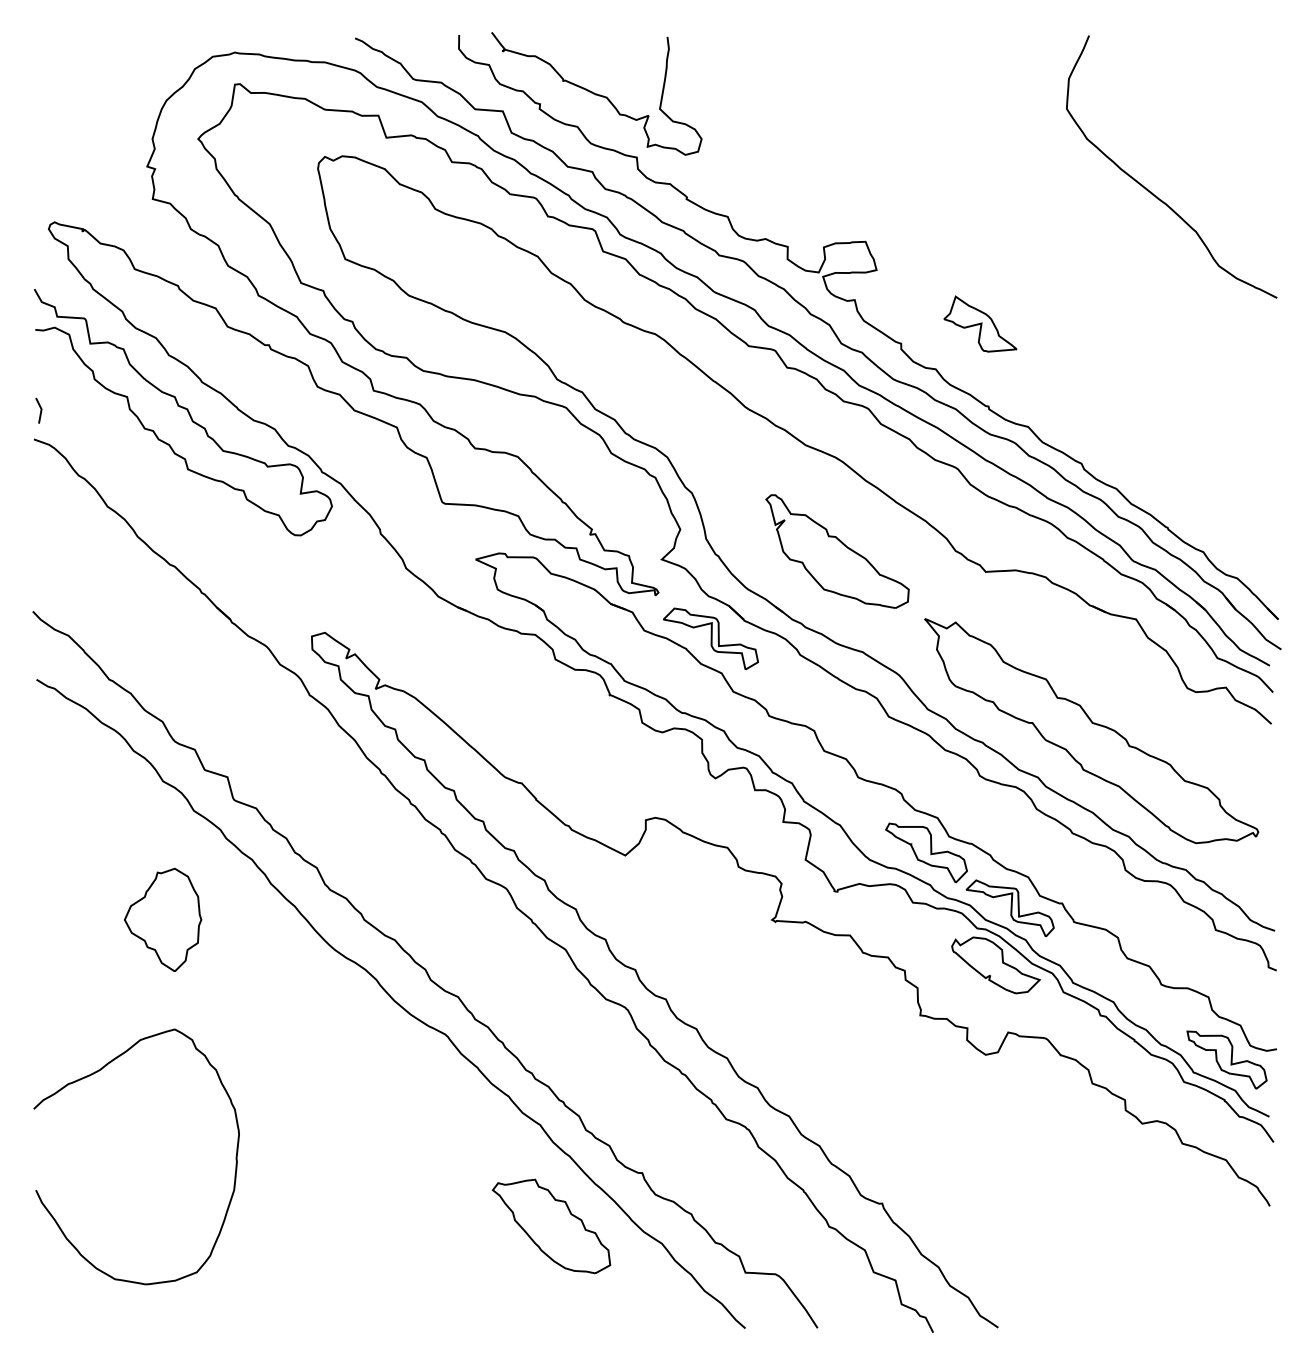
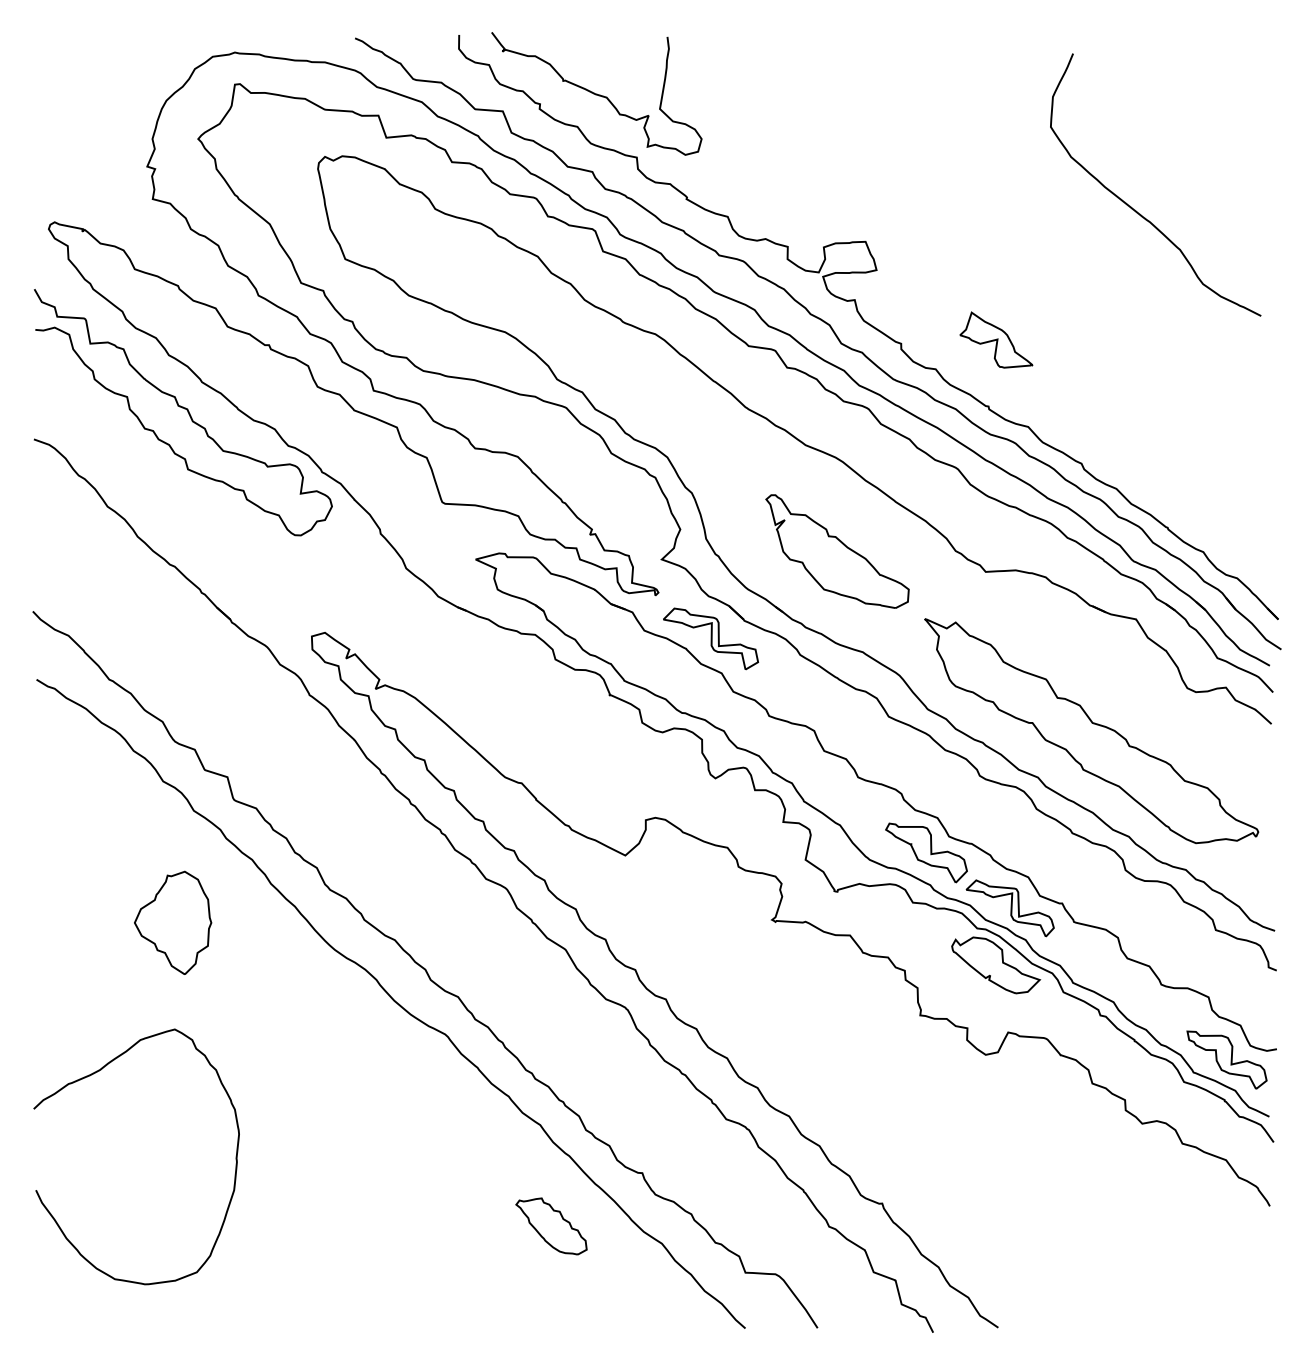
curve at (1151, 191) position: (1151, 191) -> (1135, 209)
part at (980, 323) position: (980, 323) -> (996, 339)
line at (40, 410): present -> none
part at (163, 919) position: (163, 919) -> (173, 922)
part at (551, 1226) size: 121x97 px -> 73x59 px
